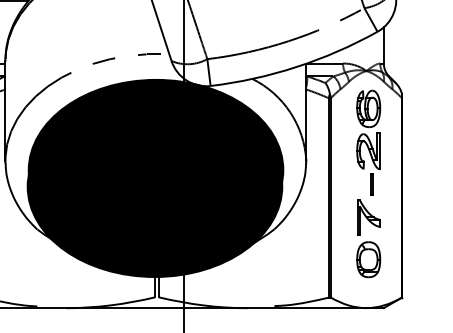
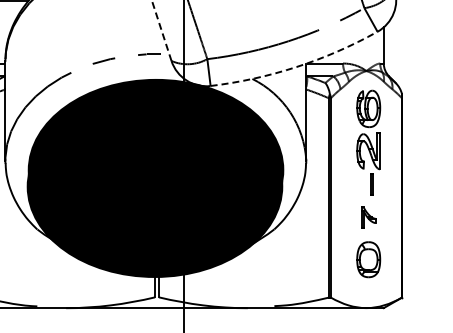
line at (161, 30): solid -> dashed
arc at (296, 67): solid -> dashed
part at (368, 217) size: 24x37 px -> 16x23 px
